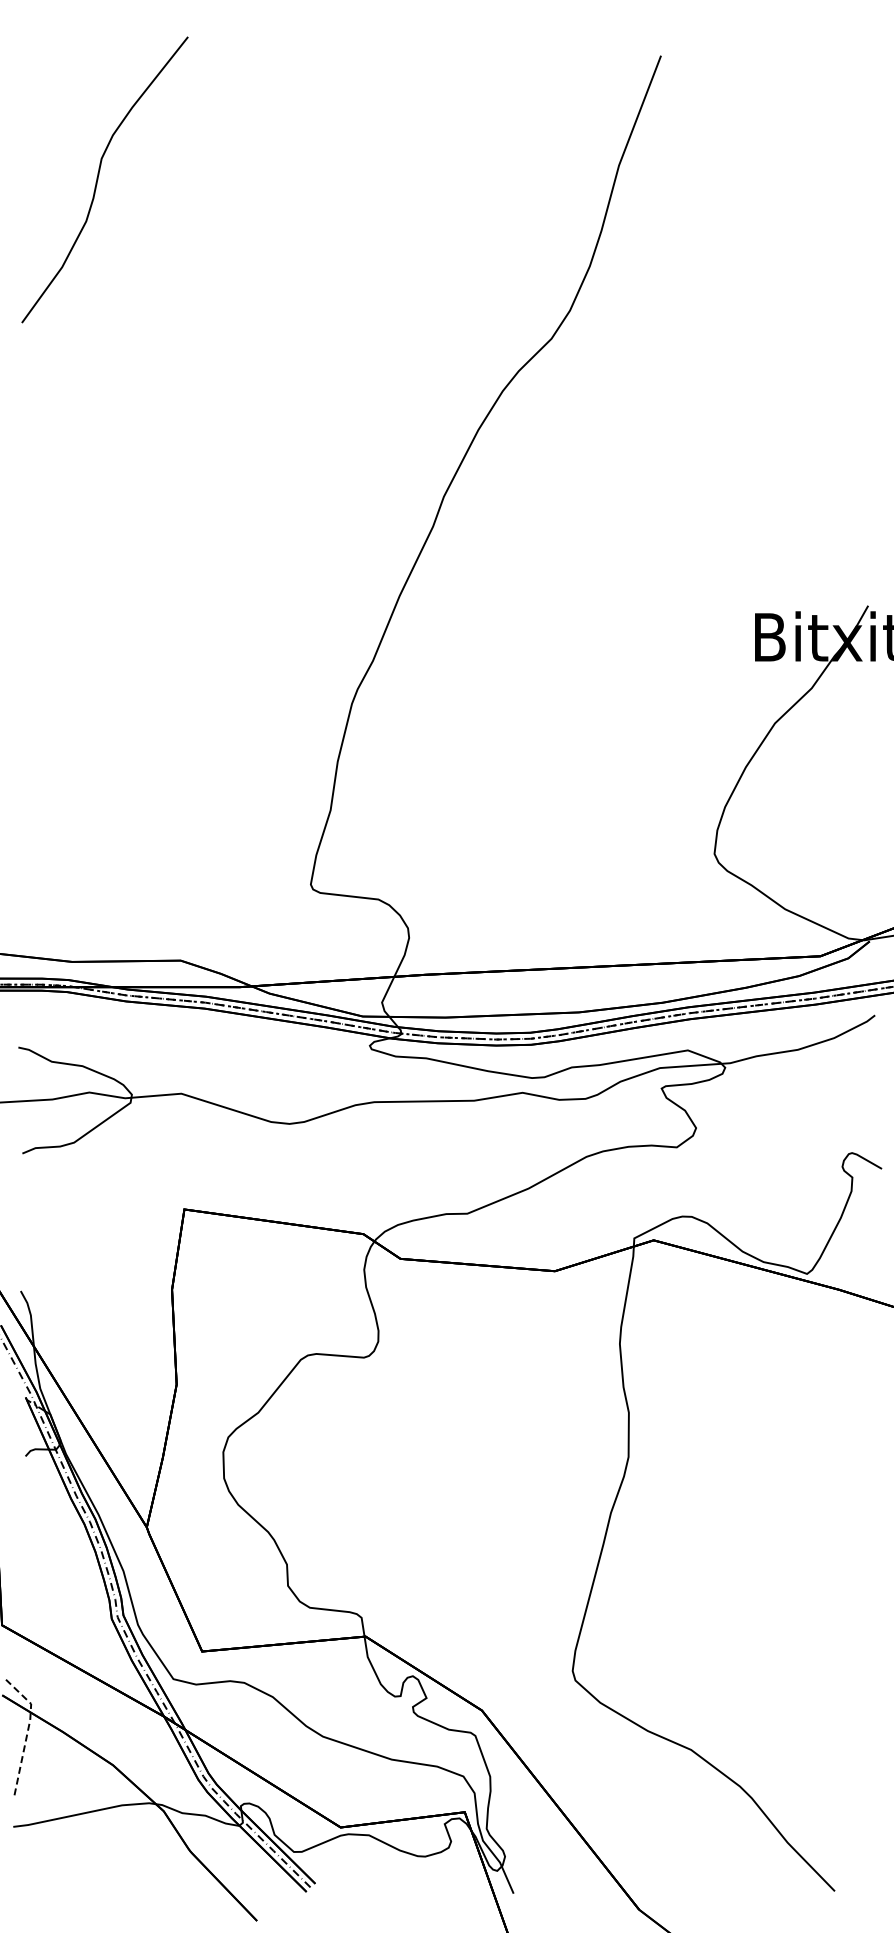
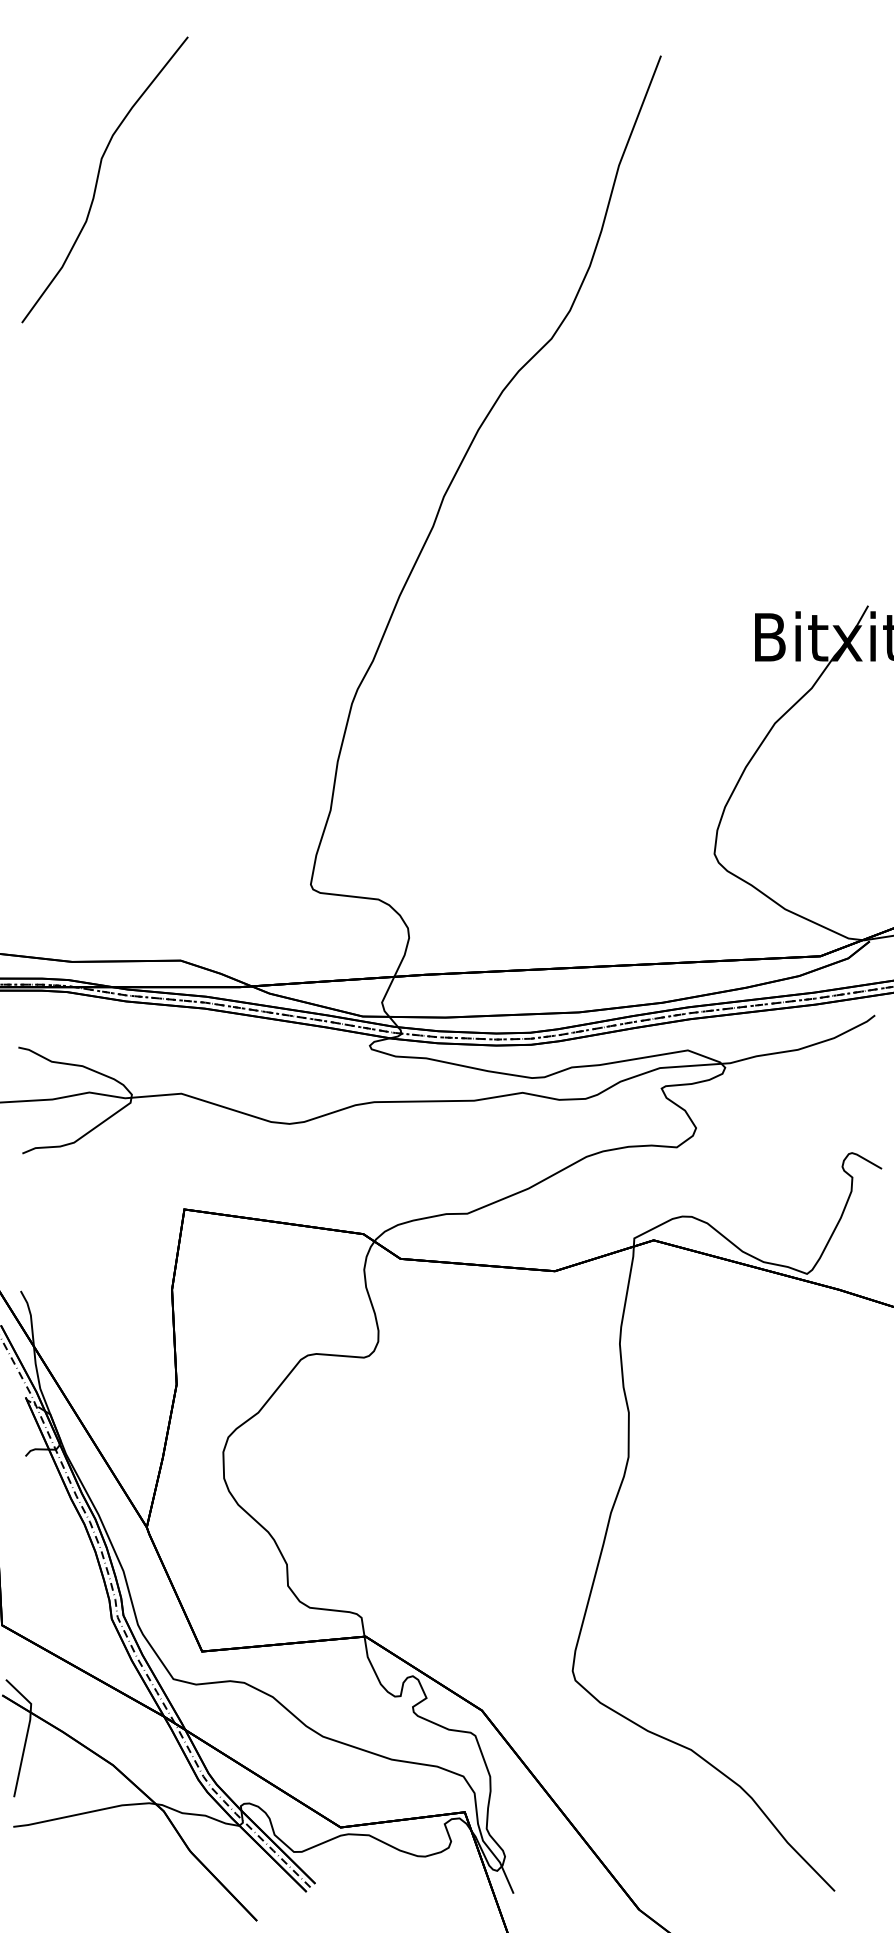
line at (27, 1732): dashed -> solid
